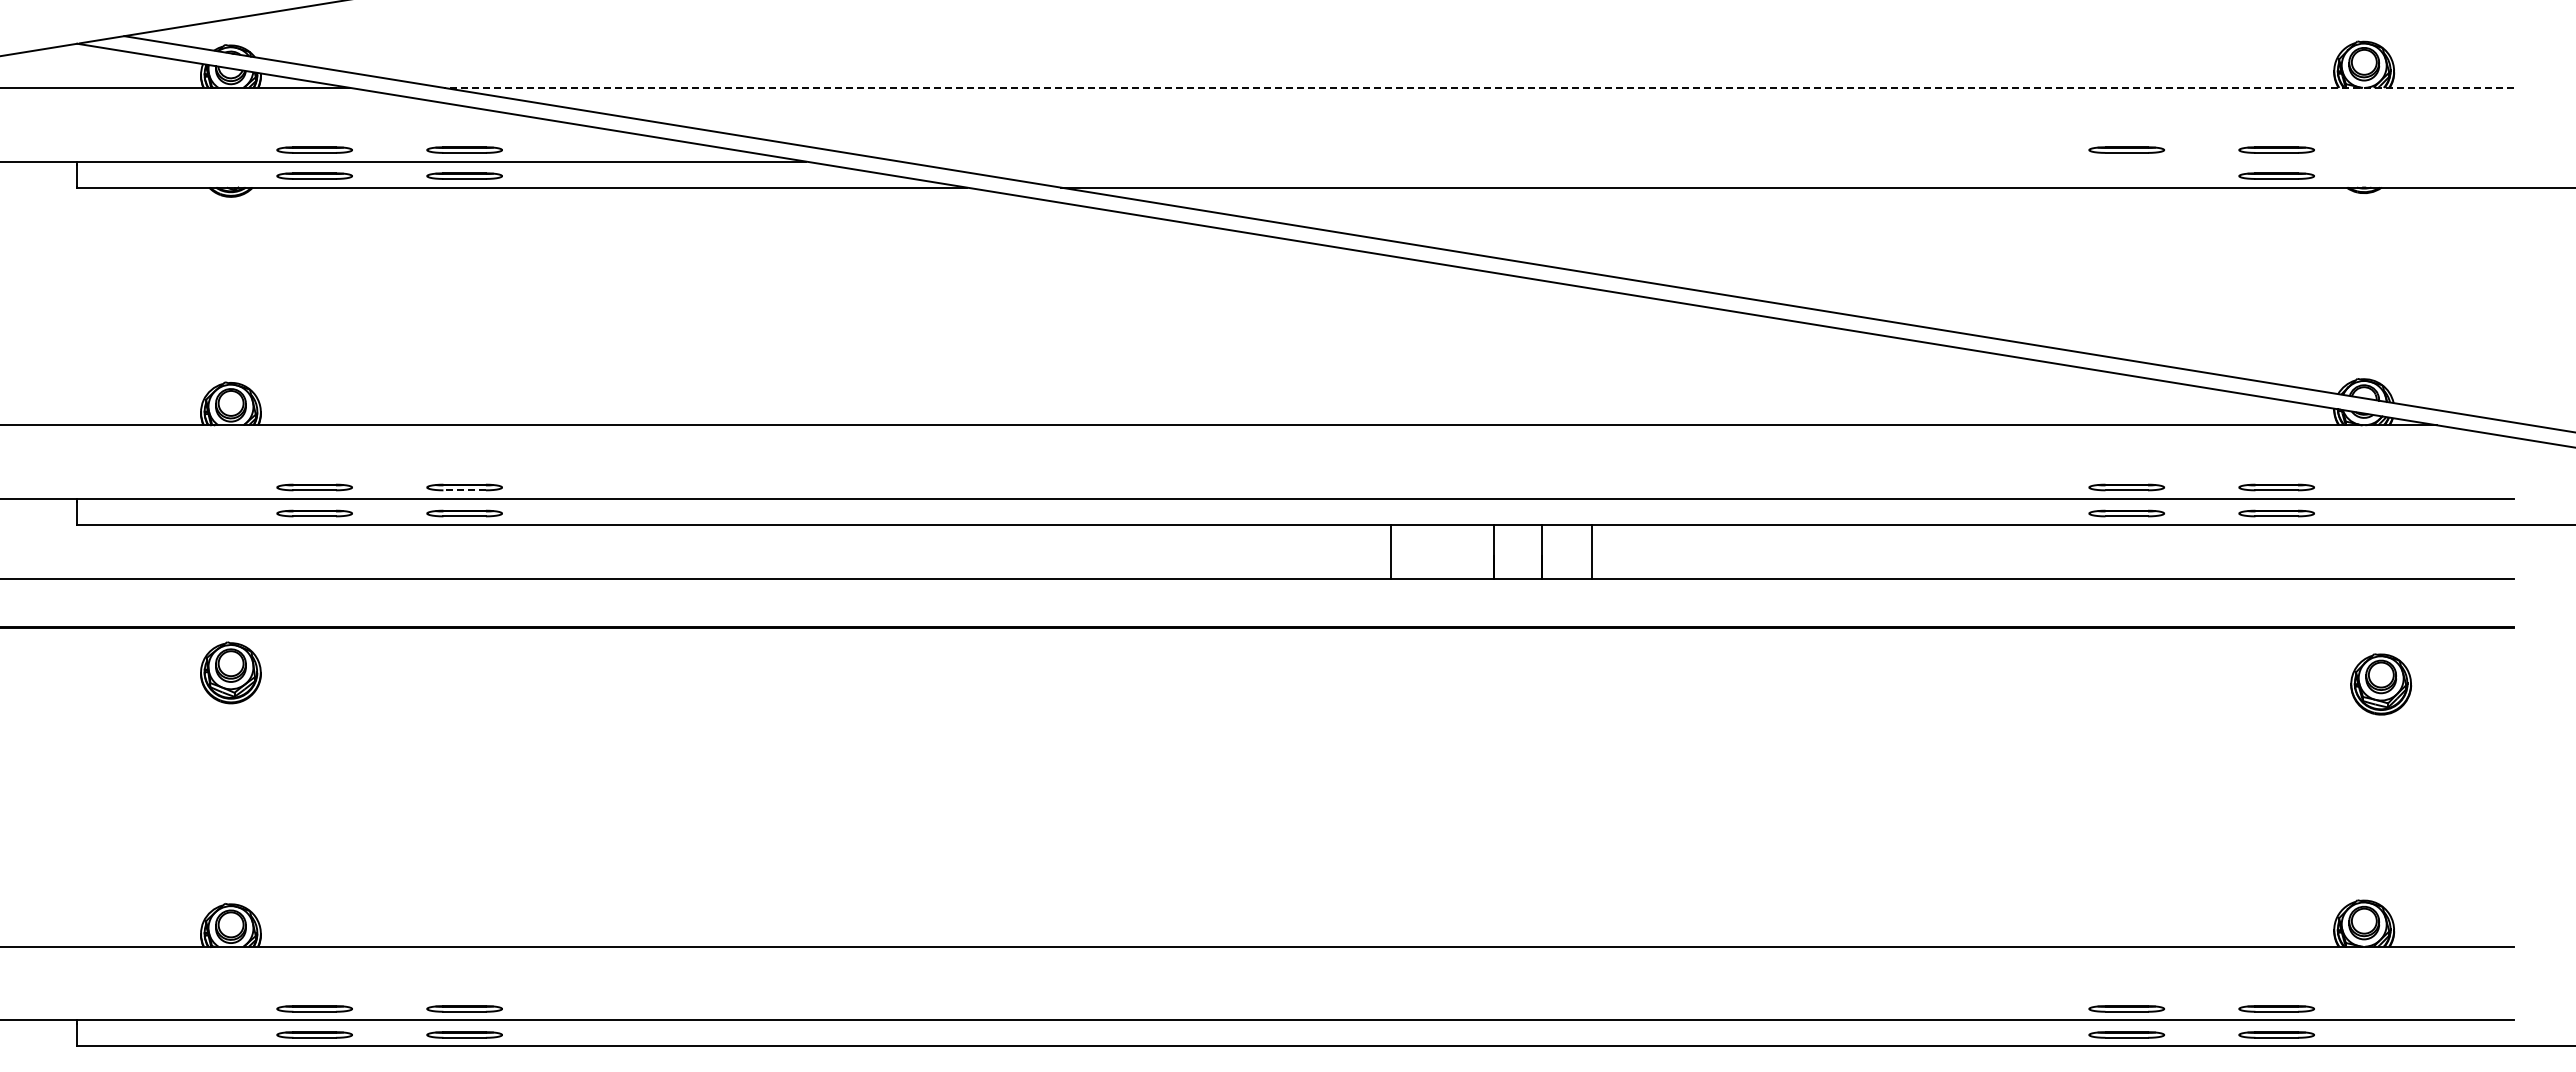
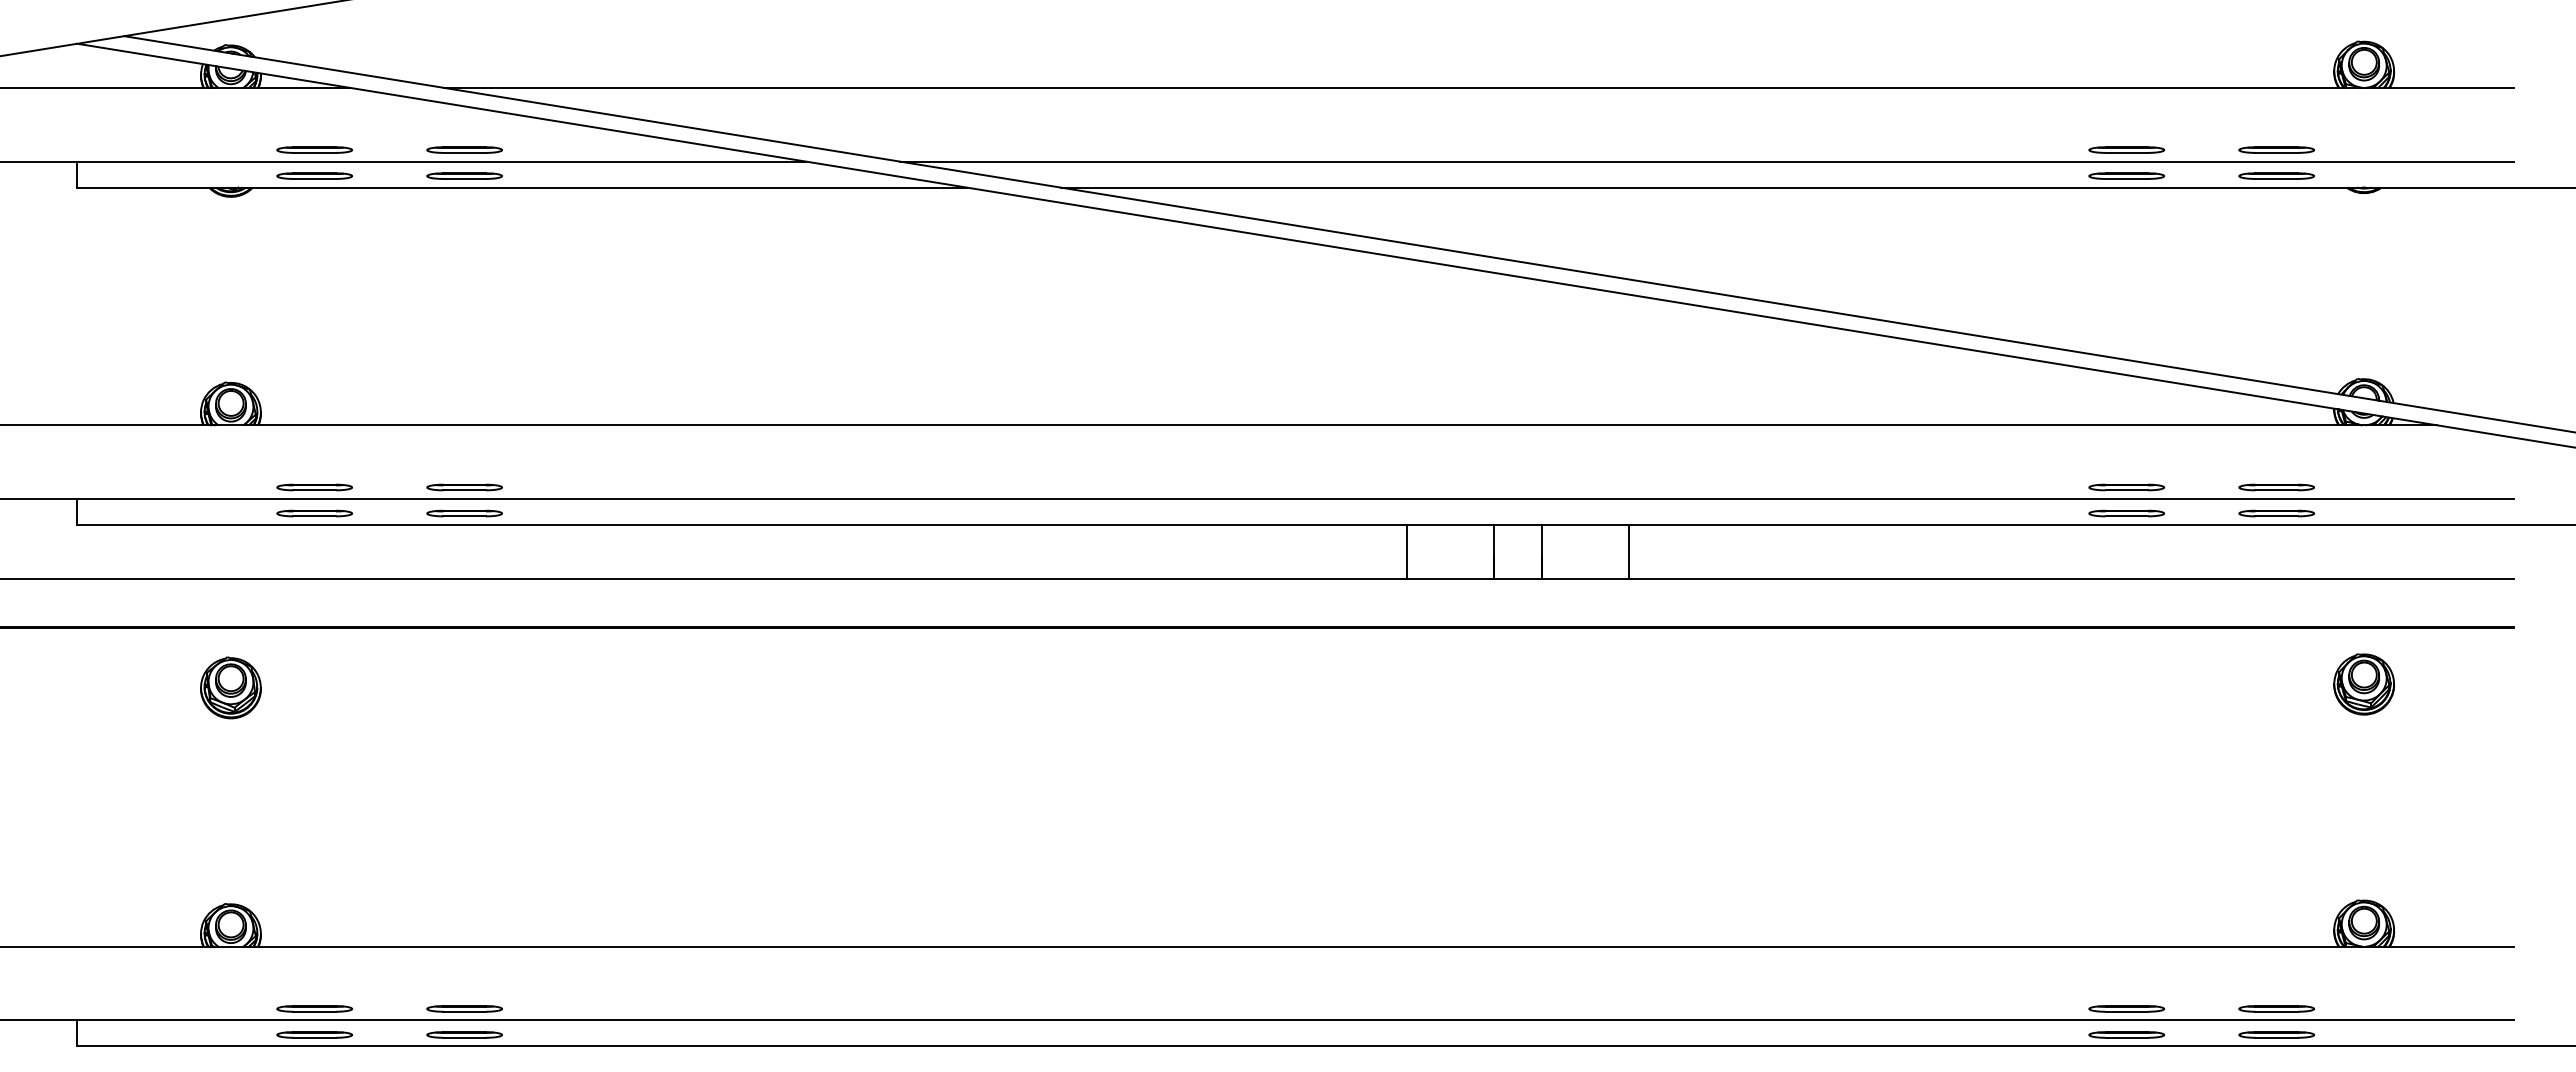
line at (1478, 87): dashed -> solid
line at (1706, 161): none -> present
part at (2126, 175): none -> present
line at (464, 490): dashed -> solid
line at (1390, 552) position: (1390, 552) -> (1406, 552)
line at (1592, 552) position: (1592, 552) -> (1629, 552)
part at (230, 672) position: (230, 672) -> (230, 687)
part at (2381, 684) position: (2381, 684) -> (2364, 684)
